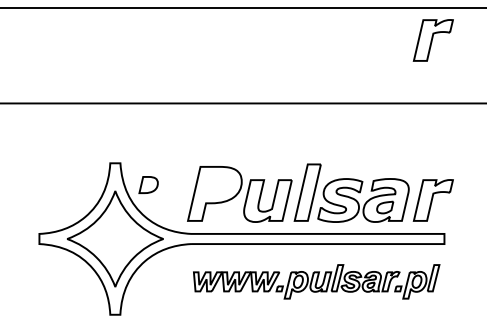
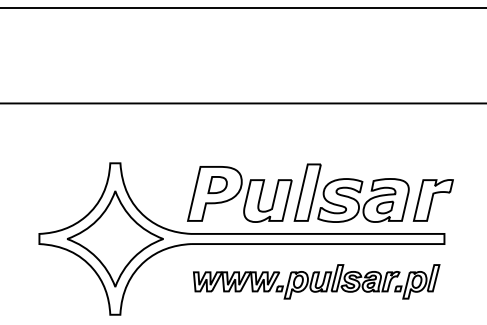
part at (432, 40): present -> none
part at (148, 184) position: (148, 184) -> (217, 184)
